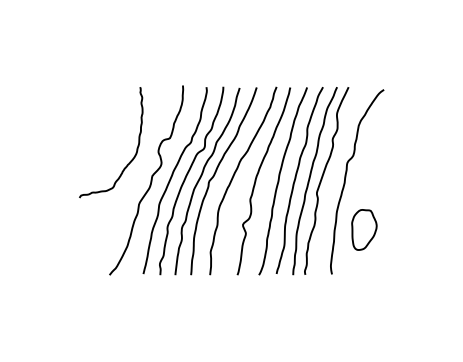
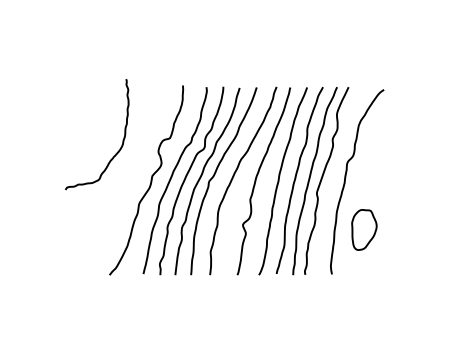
curve at (136, 148) position: (136, 148) -> (122, 140)
